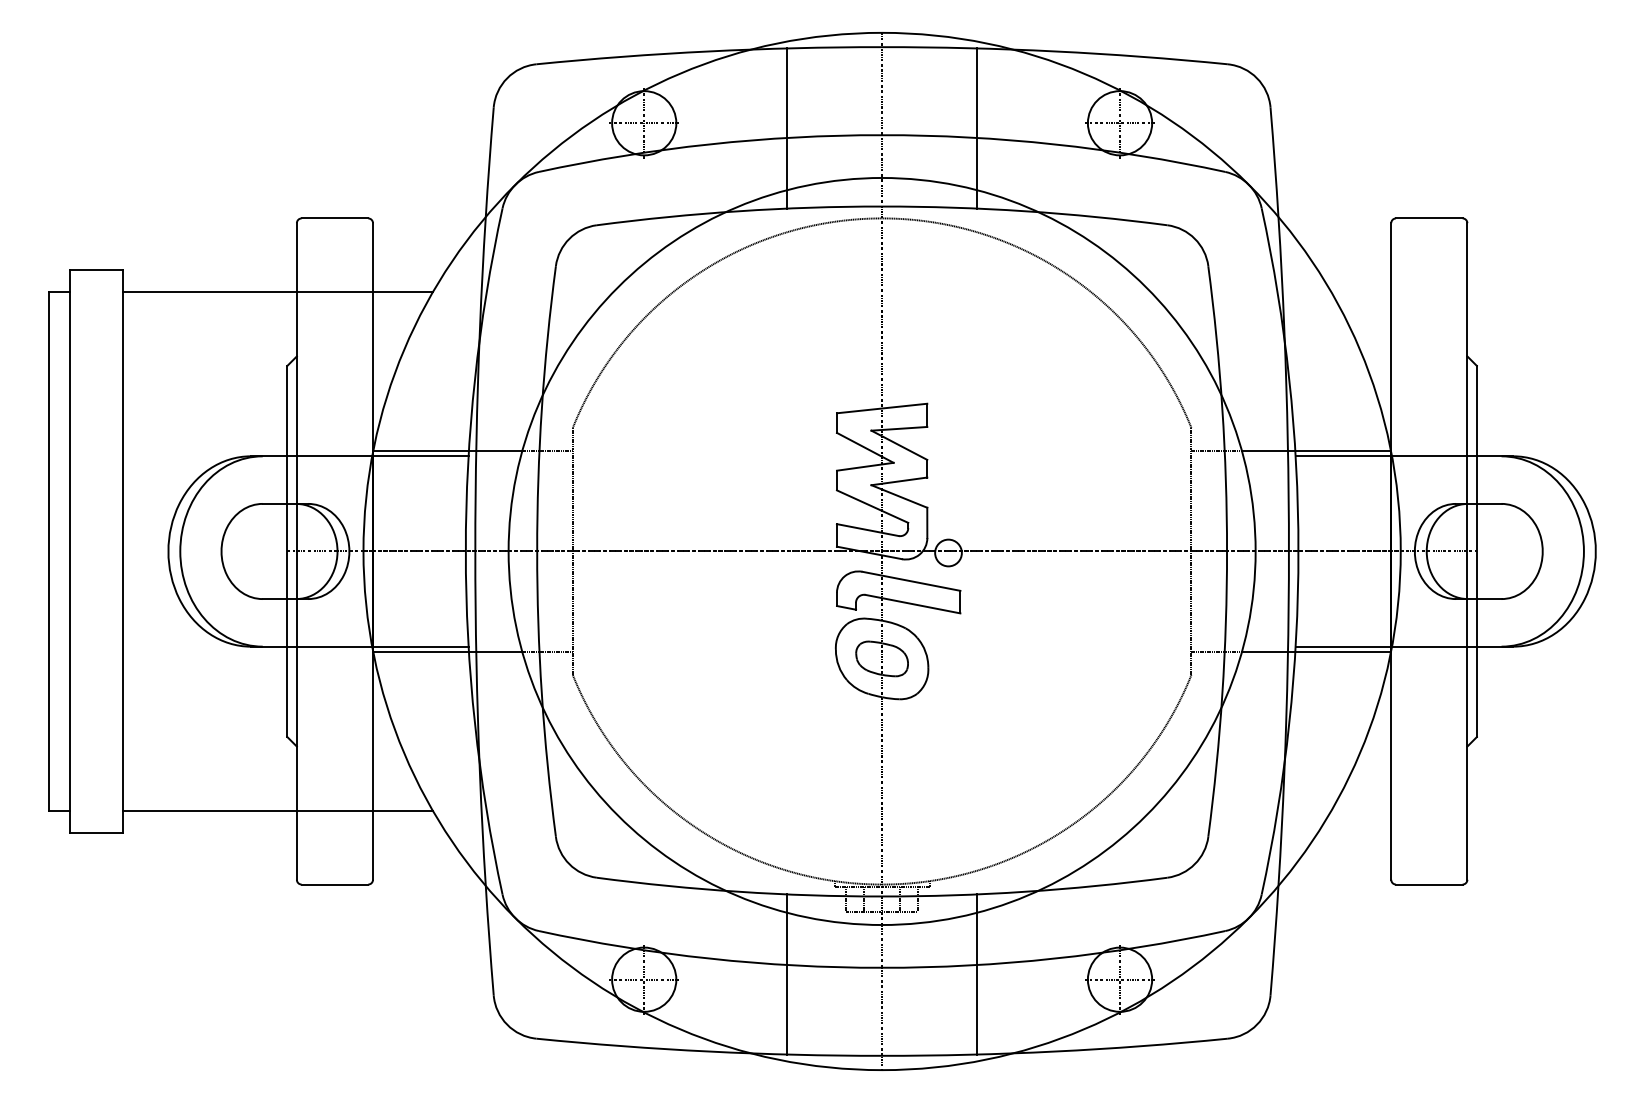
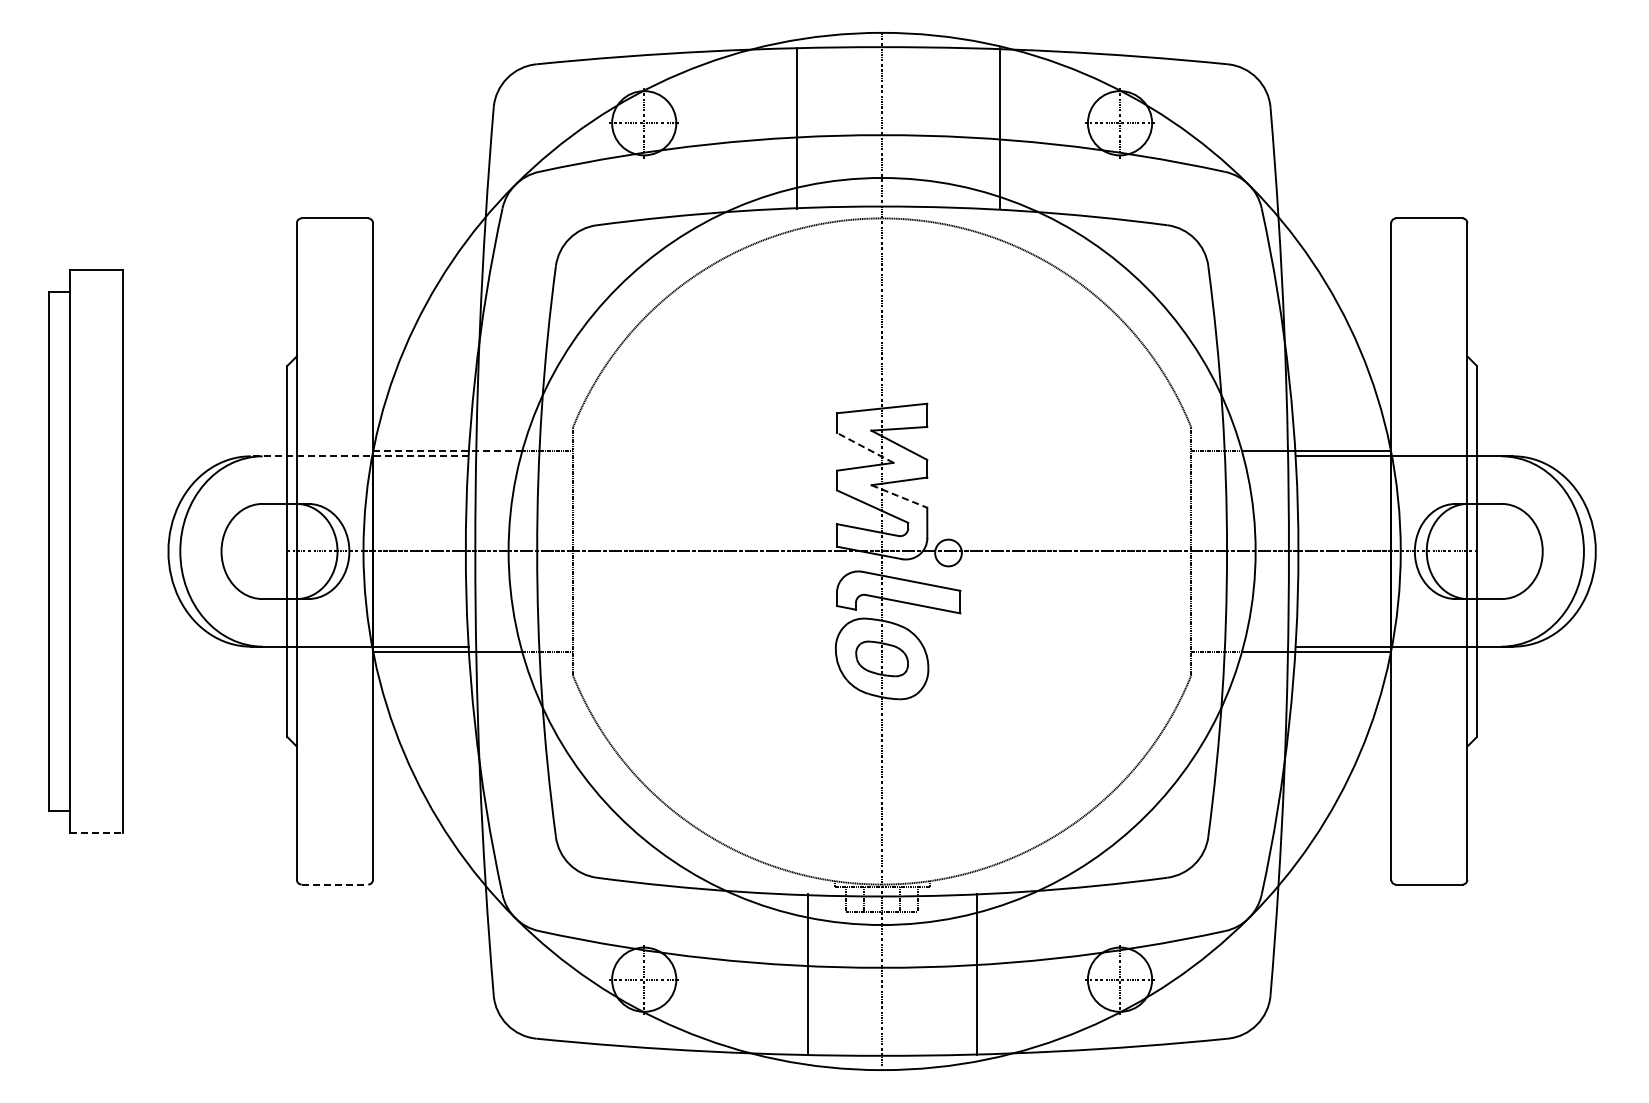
line at (786, 128) position: (786, 128) -> (796, 128)
line at (977, 128) position: (977, 128) -> (1000, 128)
line at (277, 292): present -> none
line at (864, 447): solid -> dashed
line at (447, 450): solid -> dashed
line at (359, 456): solid -> dashed
line at (899, 496): solid -> dashed
line at (277, 810): present -> none
line at (97, 833): solid -> dashed
line at (335, 884): solid -> dashed
line at (786, 974) position: (786, 974) -> (807, 974)
